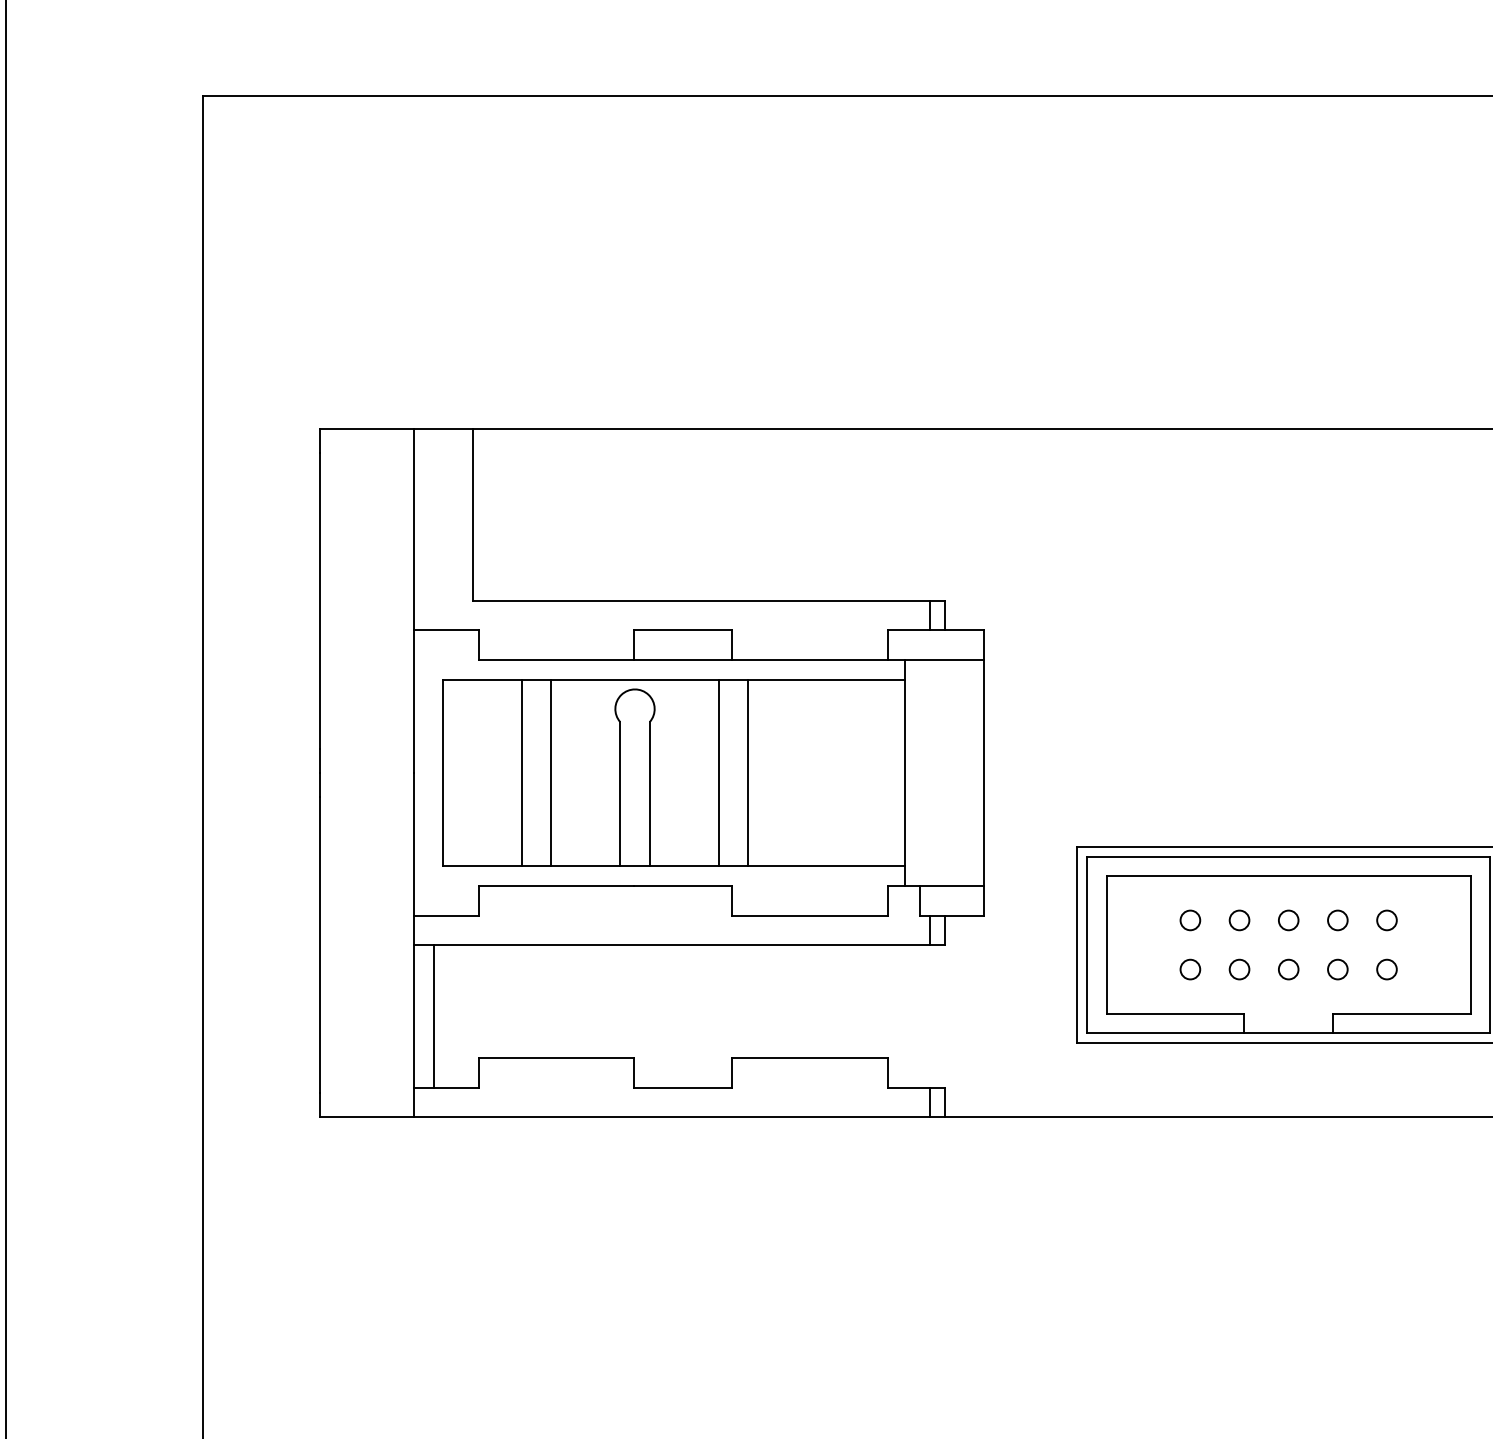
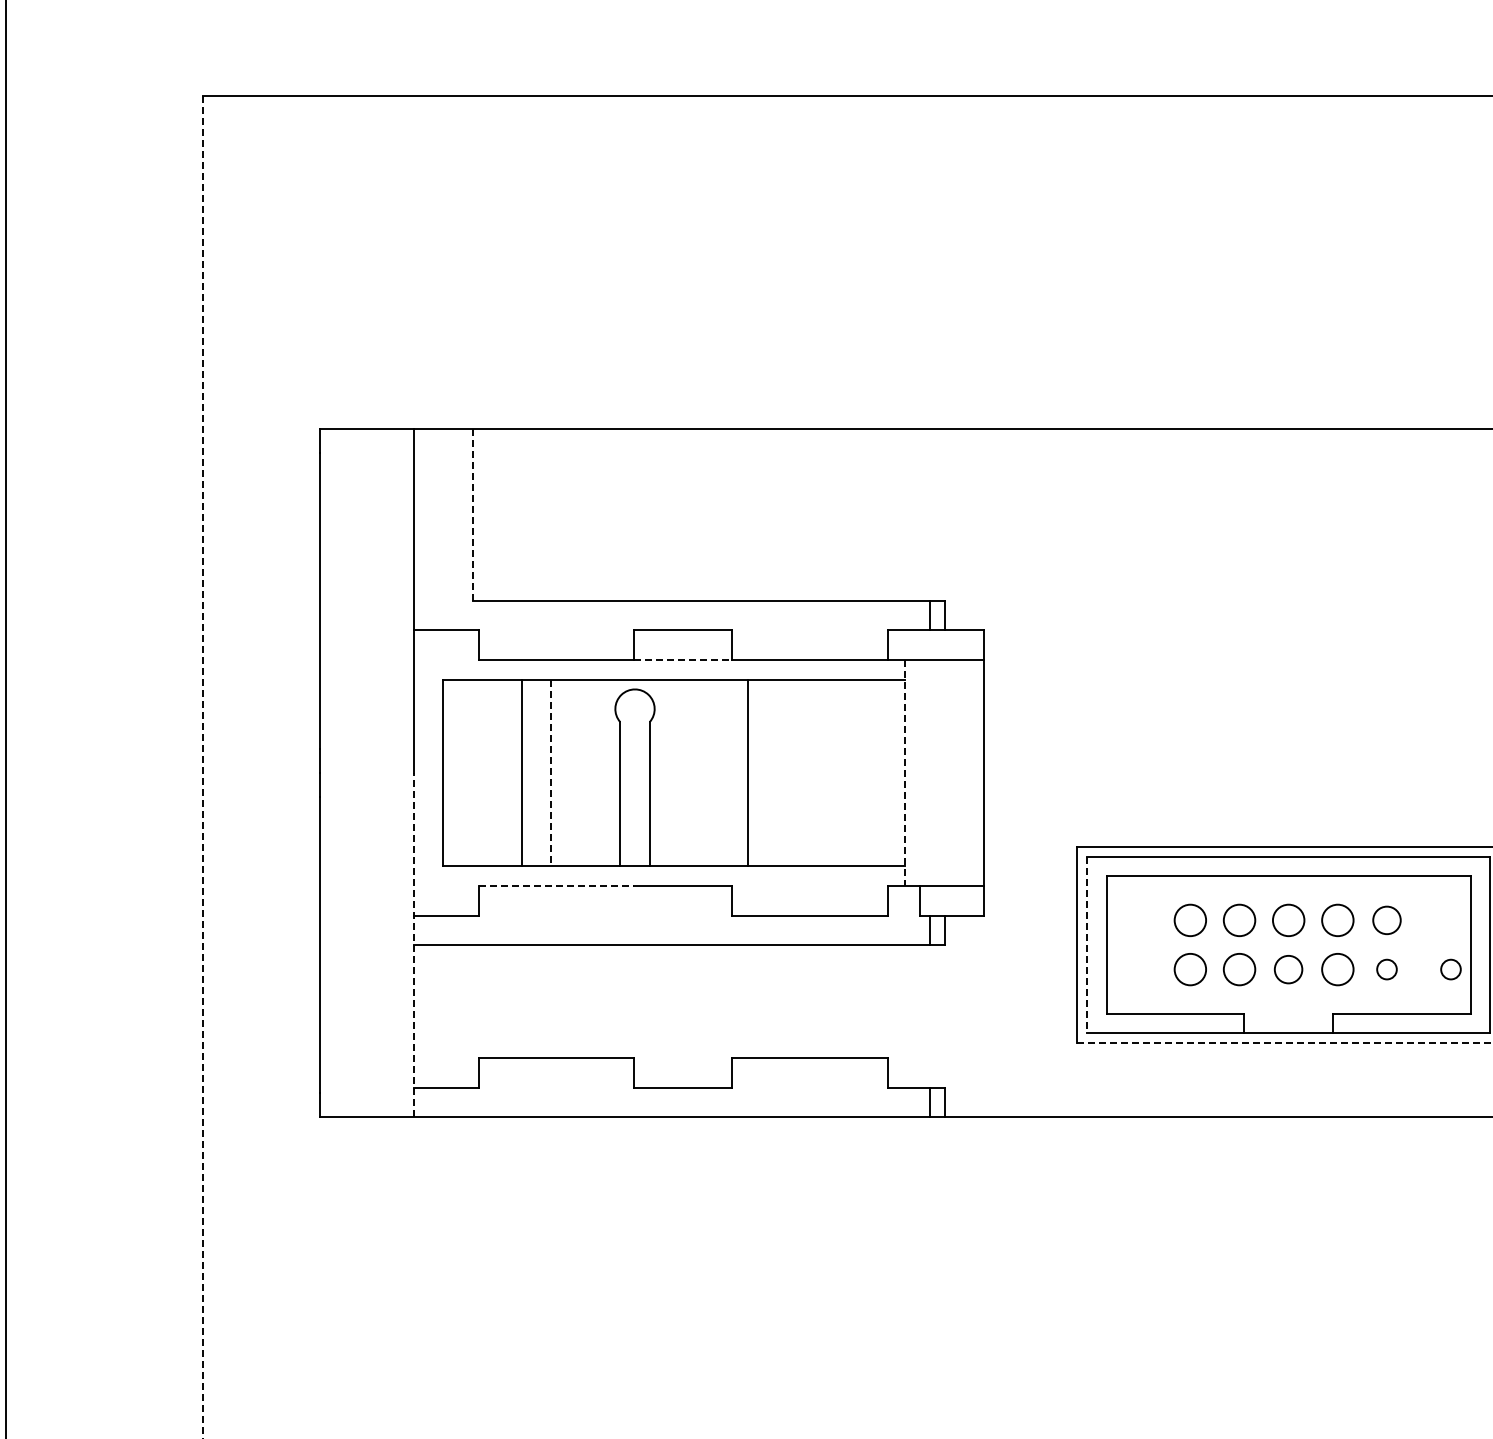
line at (472, 514): solid -> dashed
line at (683, 659): solid -> dashed
line at (202, 767): solid -> dashed
line at (718, 772): present -> none
line at (551, 773): solid -> dashed
line at (905, 773): solid -> dashed
line at (556, 886): solid -> dashed
circle at (1190, 920) diameter: 20 px -> 31 px
circle at (1239, 920) diameter: 20 px -> 31 px
circle at (1288, 920) diameter: 20 px -> 31 px
circle at (1337, 920) diameter: 20 px -> 31 px
circle at (1386, 920) size: 22x23 px -> 30x31 px
line at (413, 944): solid -> dashed
line at (1087, 945): solid -> dashed
circle at (1190, 969) diameter: 20 px -> 31 px
circle at (1239, 969) diameter: 20 px -> 31 px
circle at (1288, 969) size: 22x23 px -> 31x30 px
circle at (1337, 969) diameter: 20 px -> 31 px
circle at (1450, 969): none -> present
line at (433, 1016): present -> none
line at (1285, 1043): solid -> dashed
